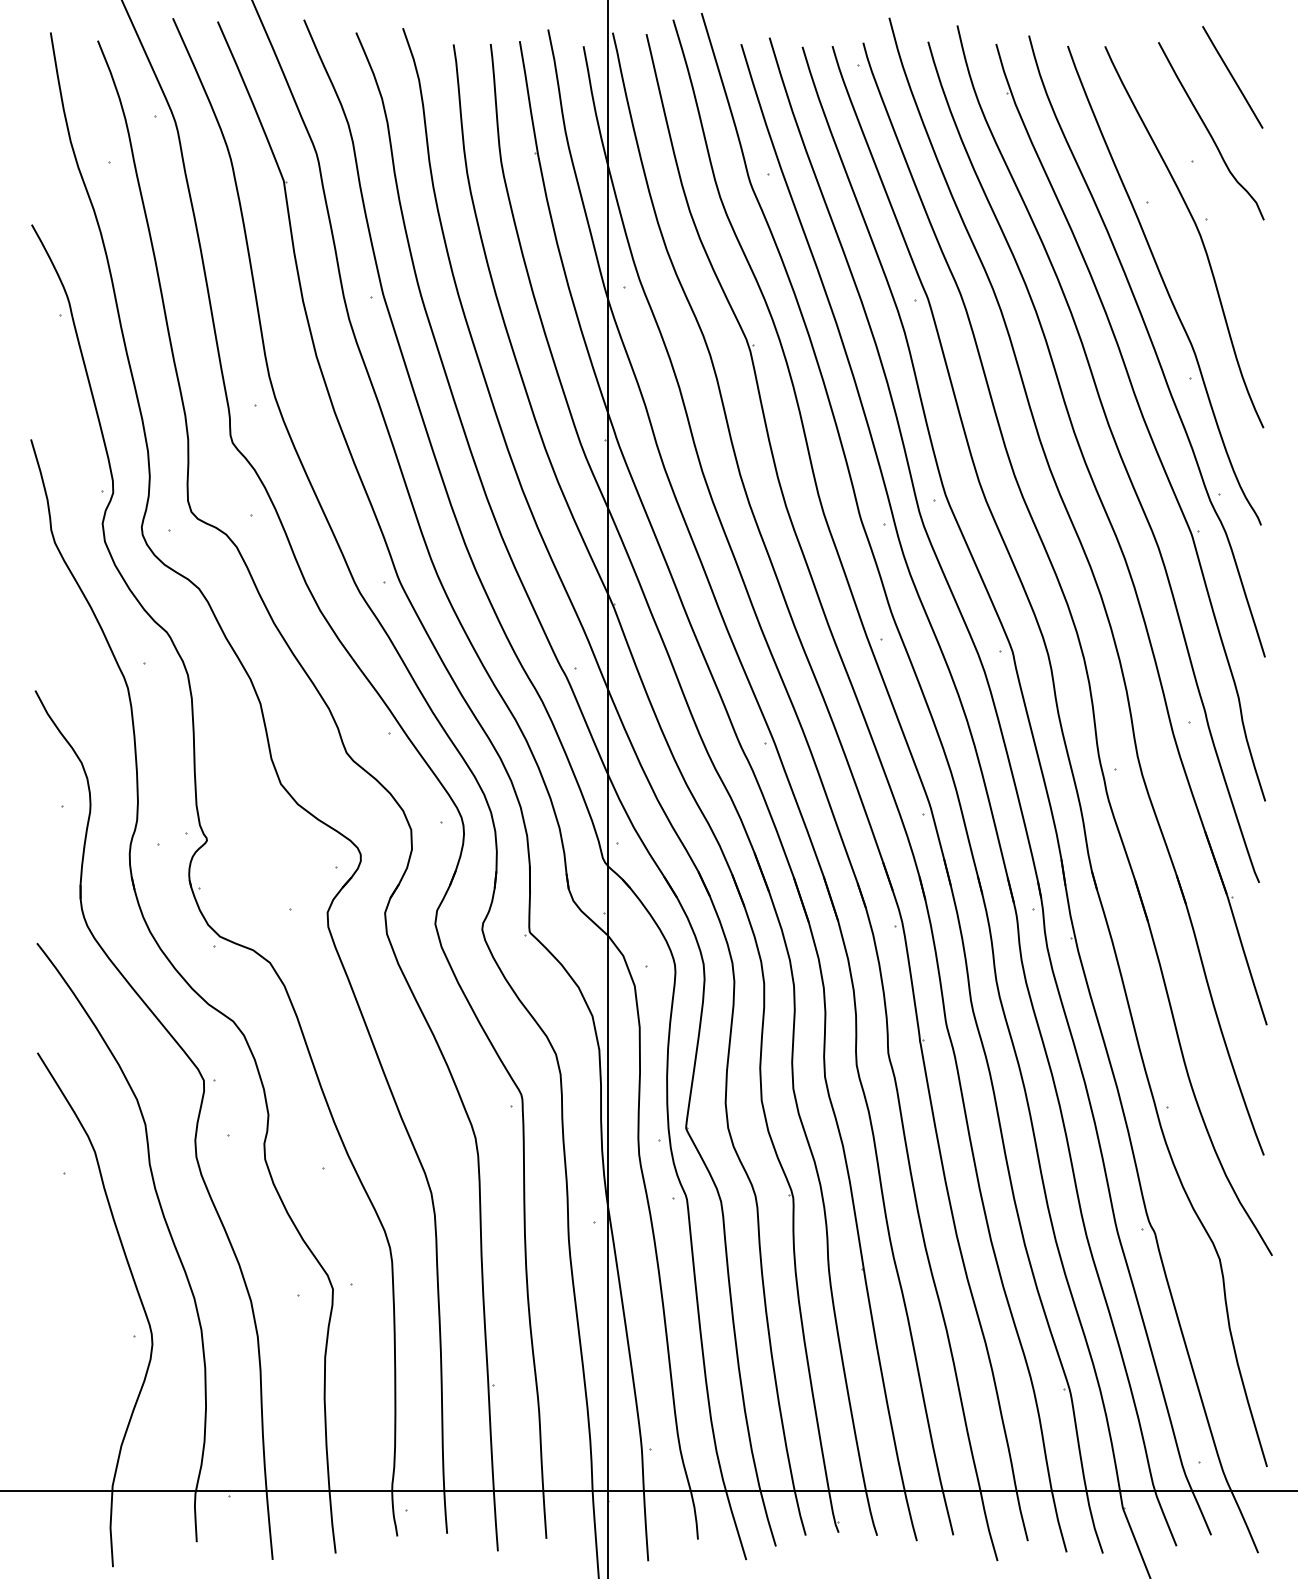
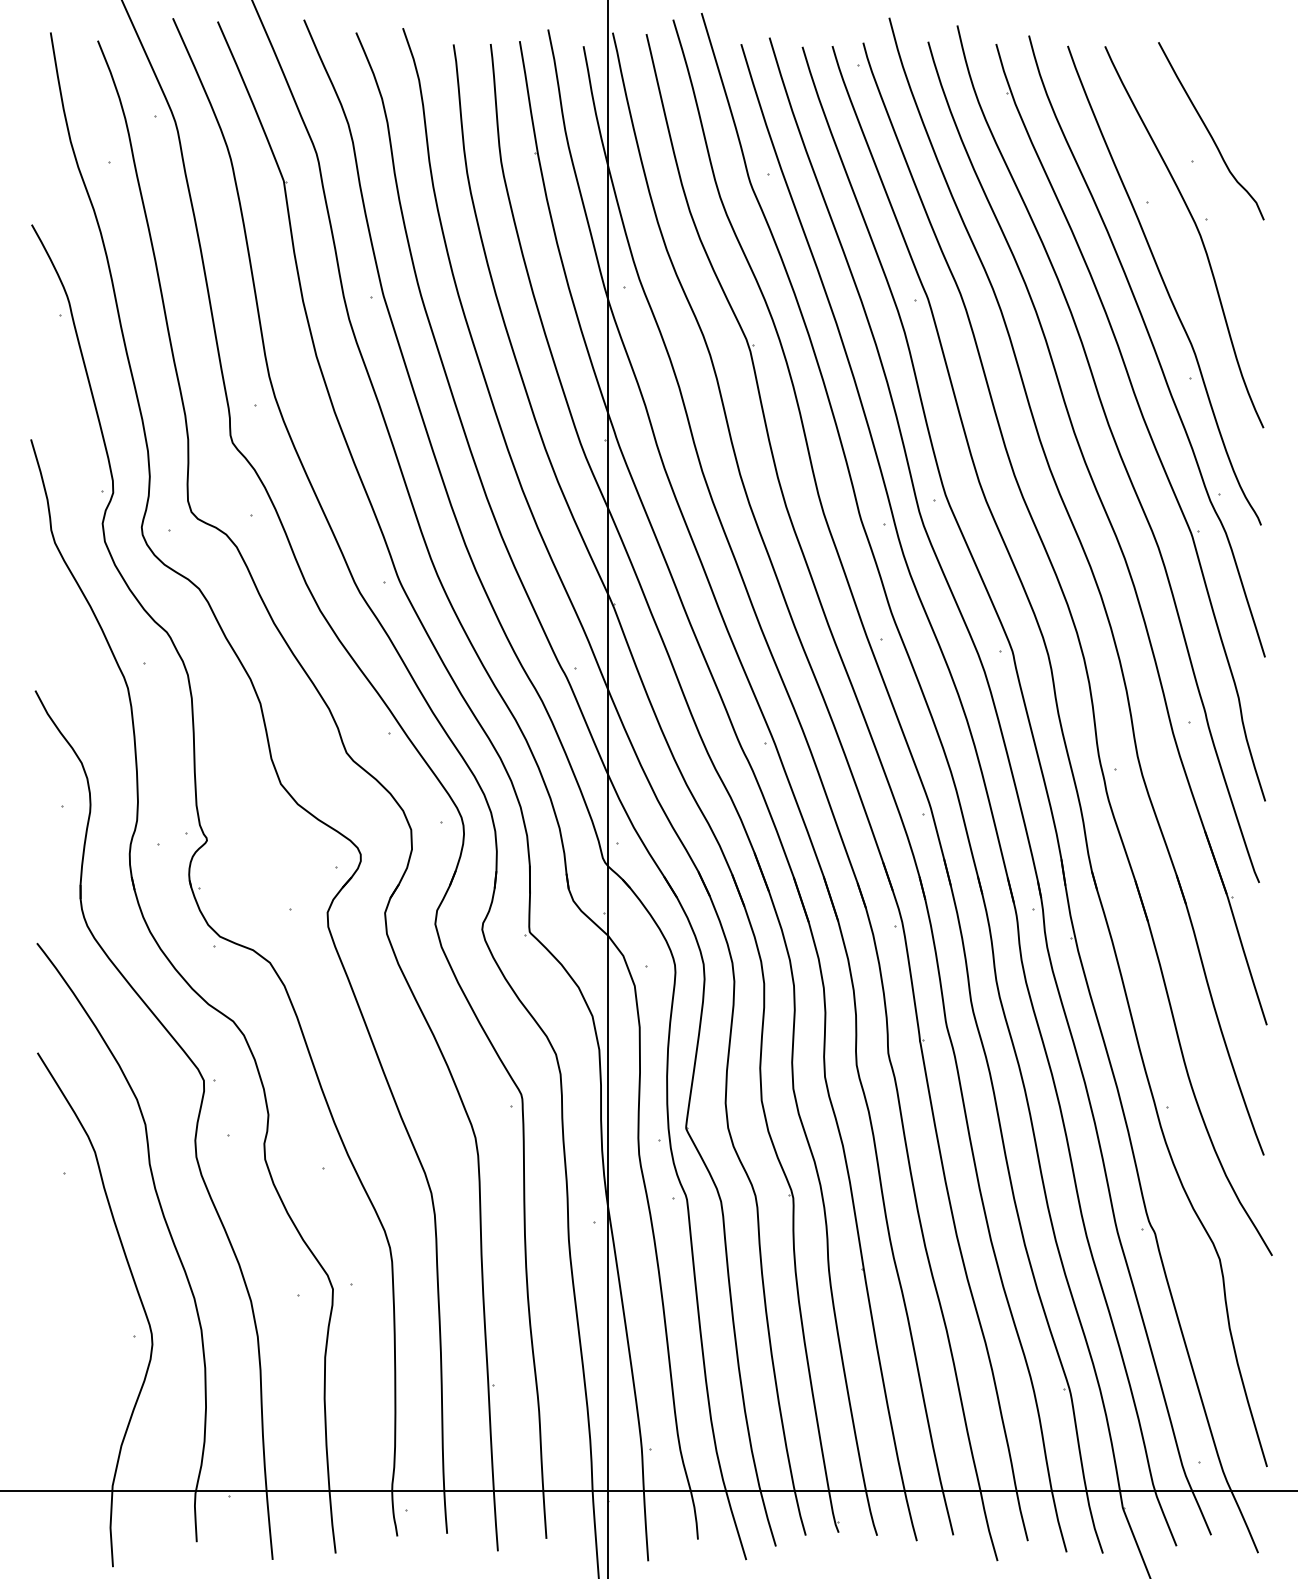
line at (1232, 77): present -> none
